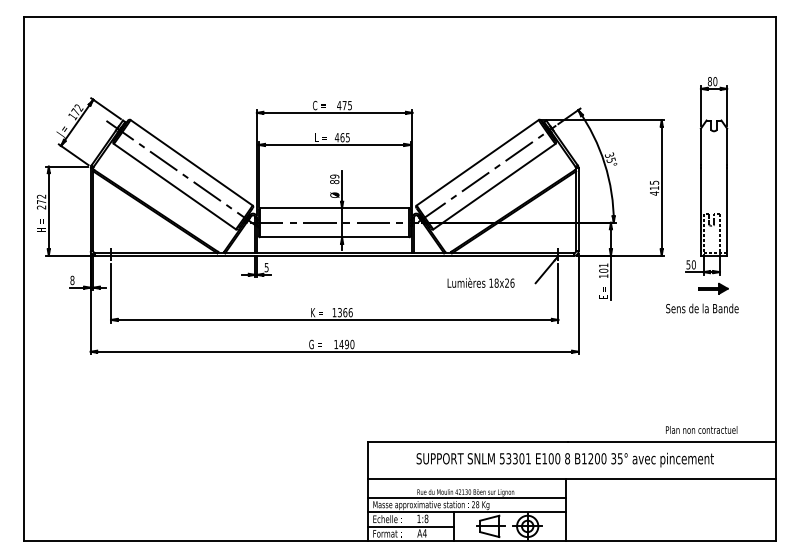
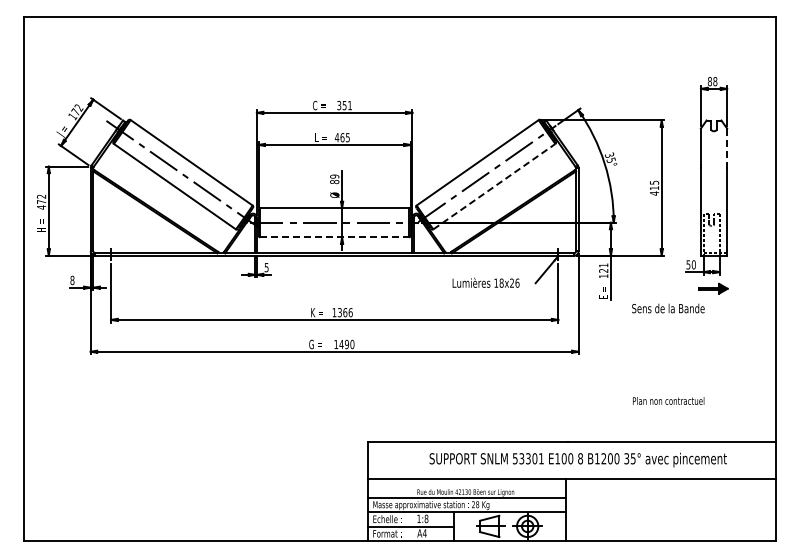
text at (715, 81): 80 -> 88
text at (344, 105): 475 -> 351
line at (727, 147): solid -> dashed
line at (494, 186): solid -> dashed
text at (41, 207): 272 -> 472
line at (335, 237): solid -> dashed
text at (603, 270): 101 -> 121
text at (480, 282) position: (480, 282) -> (485, 282)
text at (702, 308) position: (702, 308) -> (668, 308)
text at (701, 429) position: (701, 429) -> (668, 400)
text at (564, 459) position: (564, 459) -> (577, 459)
